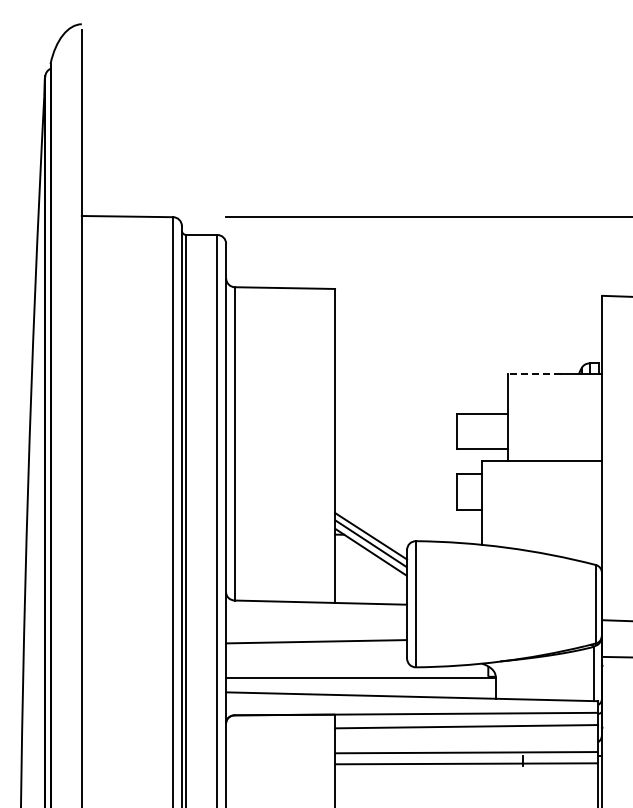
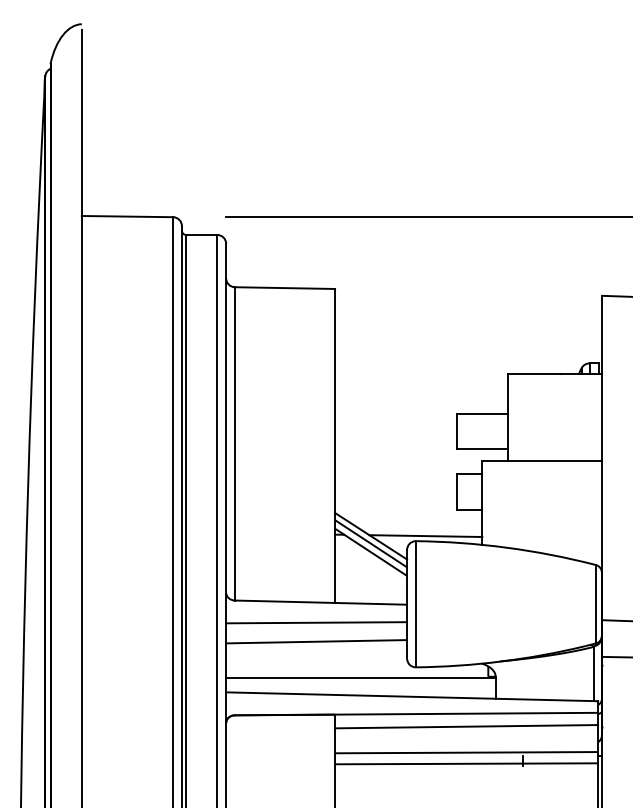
line at (534, 374): dashed -> solid
line at (425, 536): none -> present
line at (316, 622): none -> present
